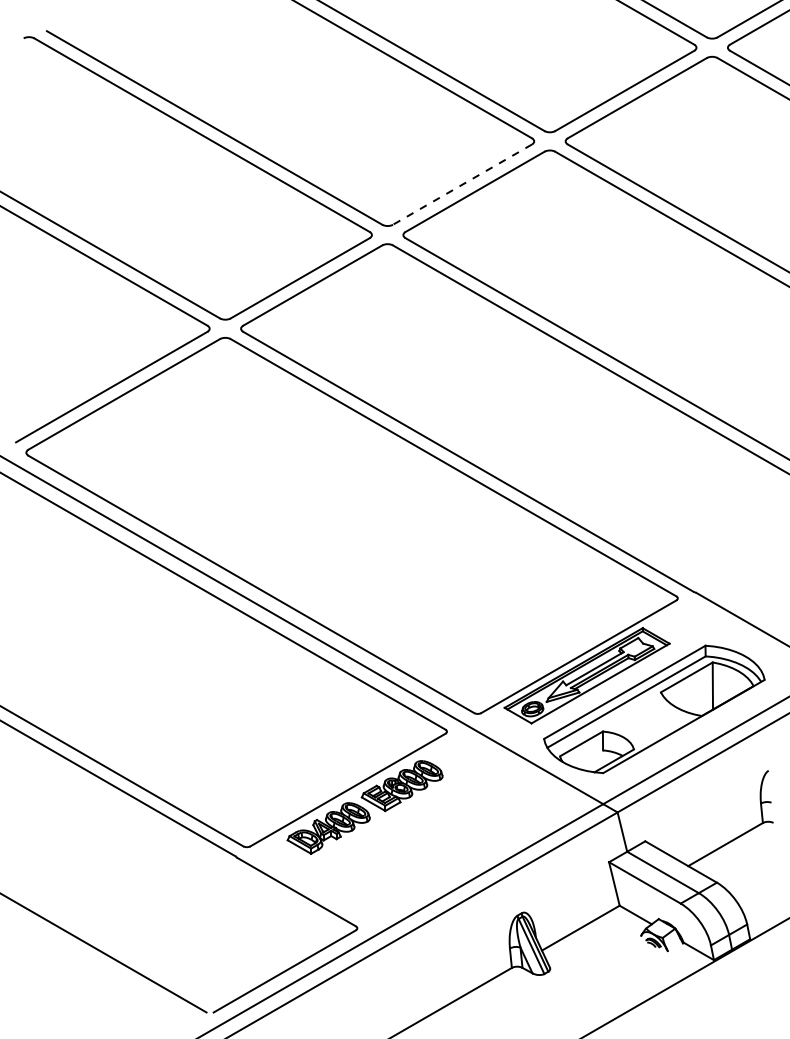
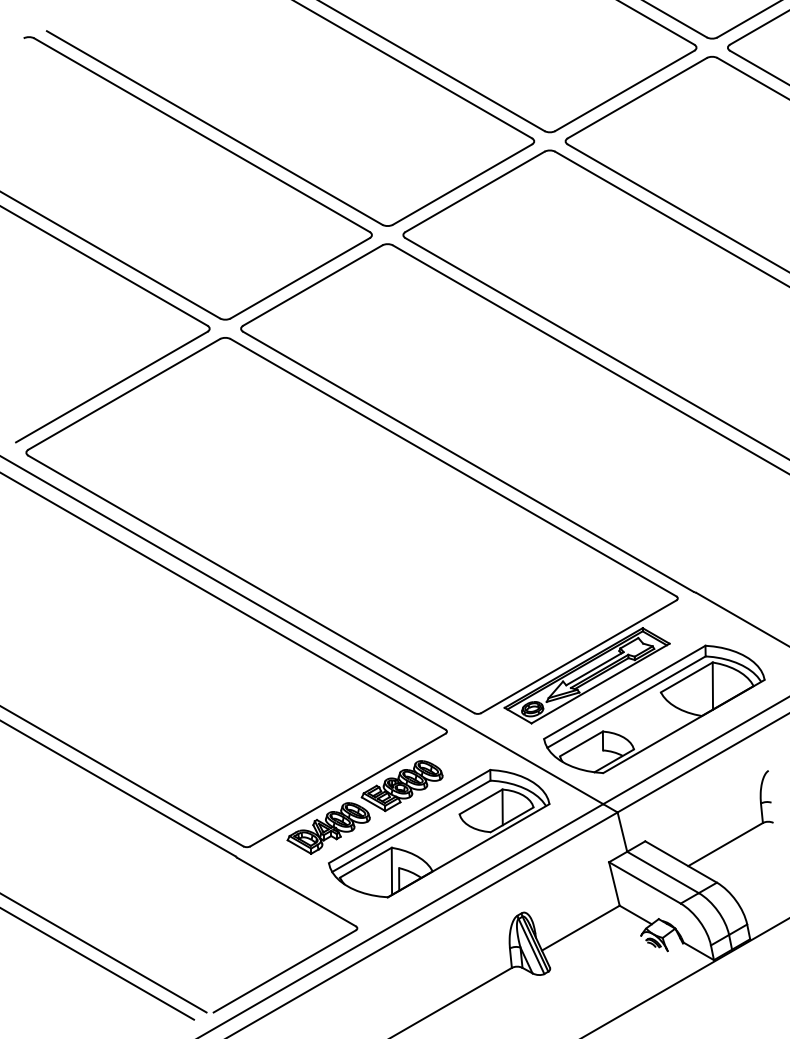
line at (462, 184): dashed -> solid
part at (439, 833): none -> present
line at (98, 964): none -> present
